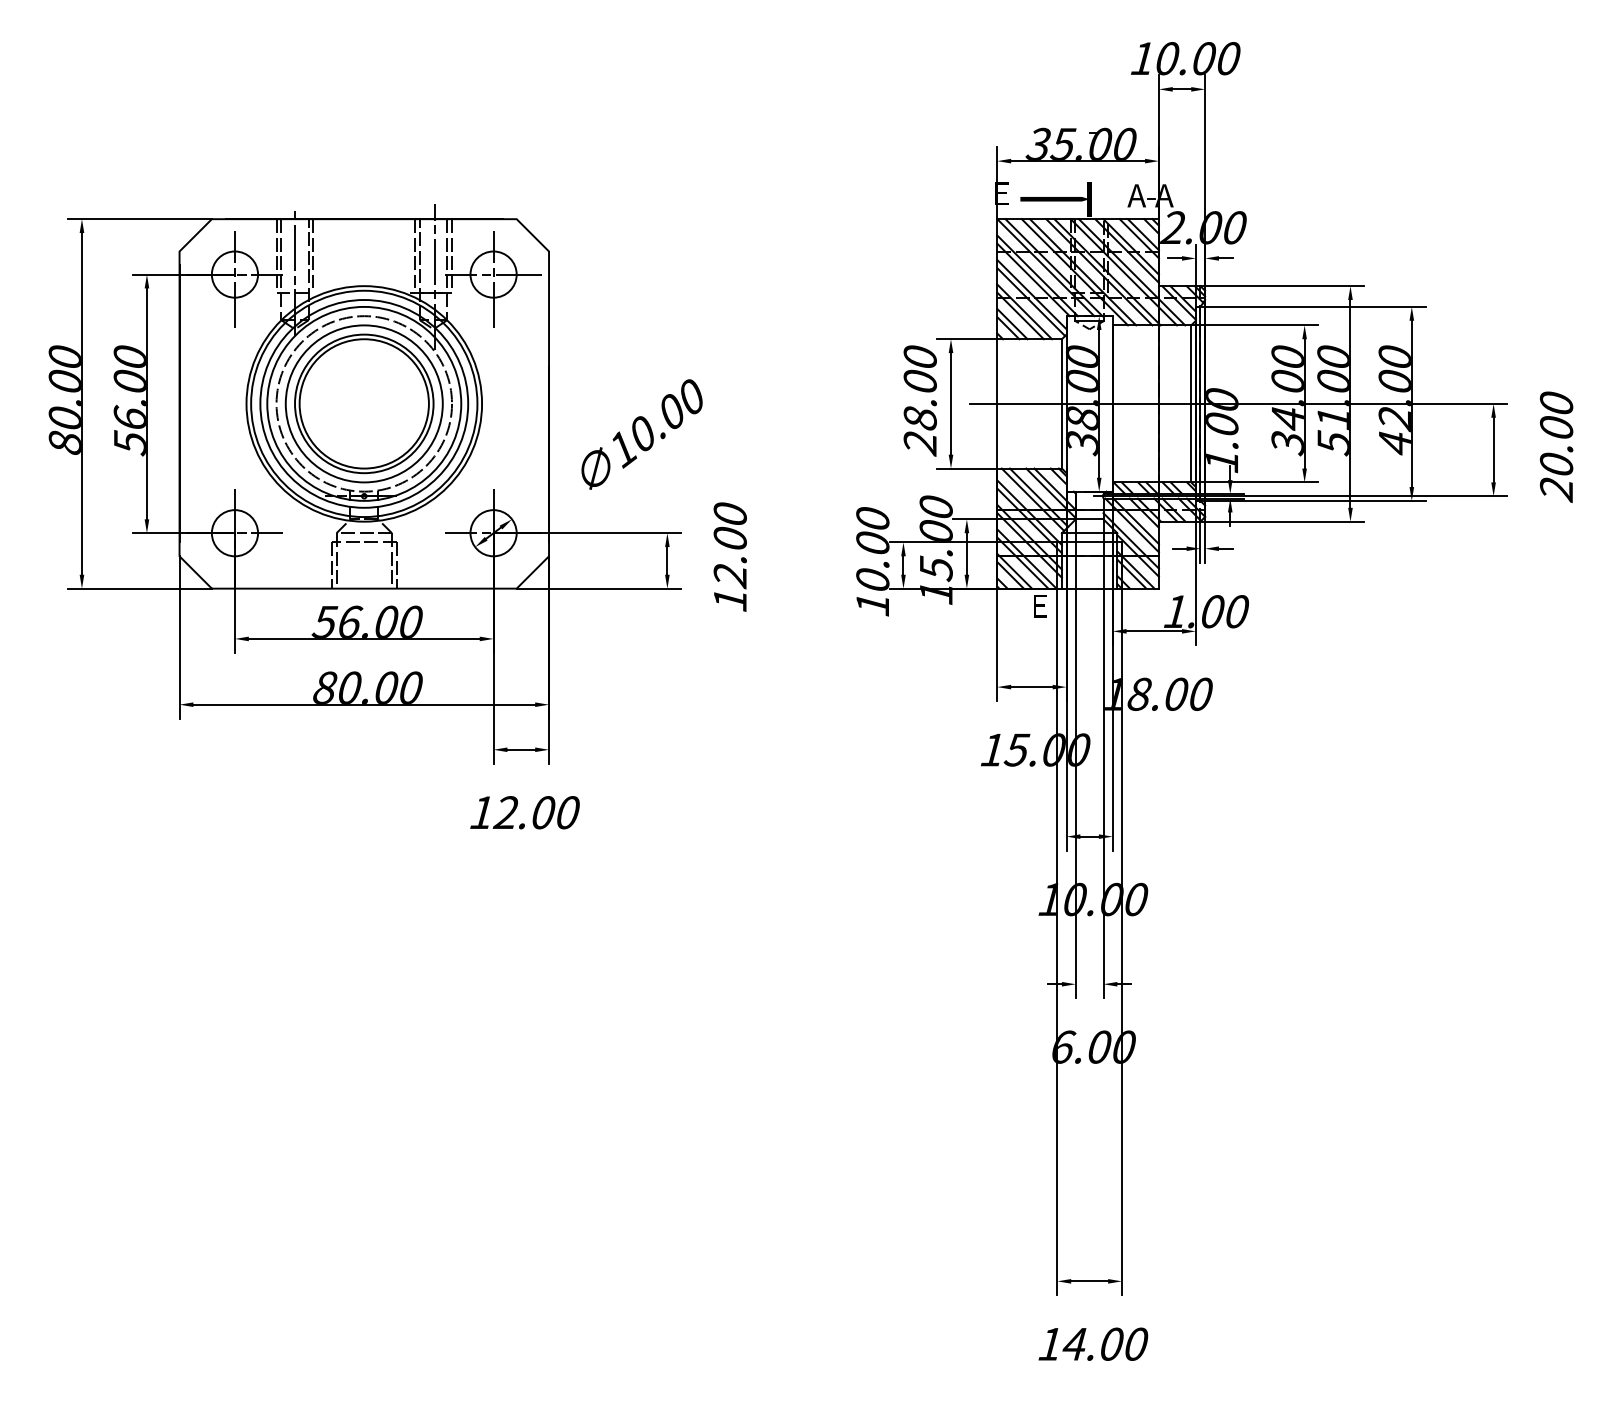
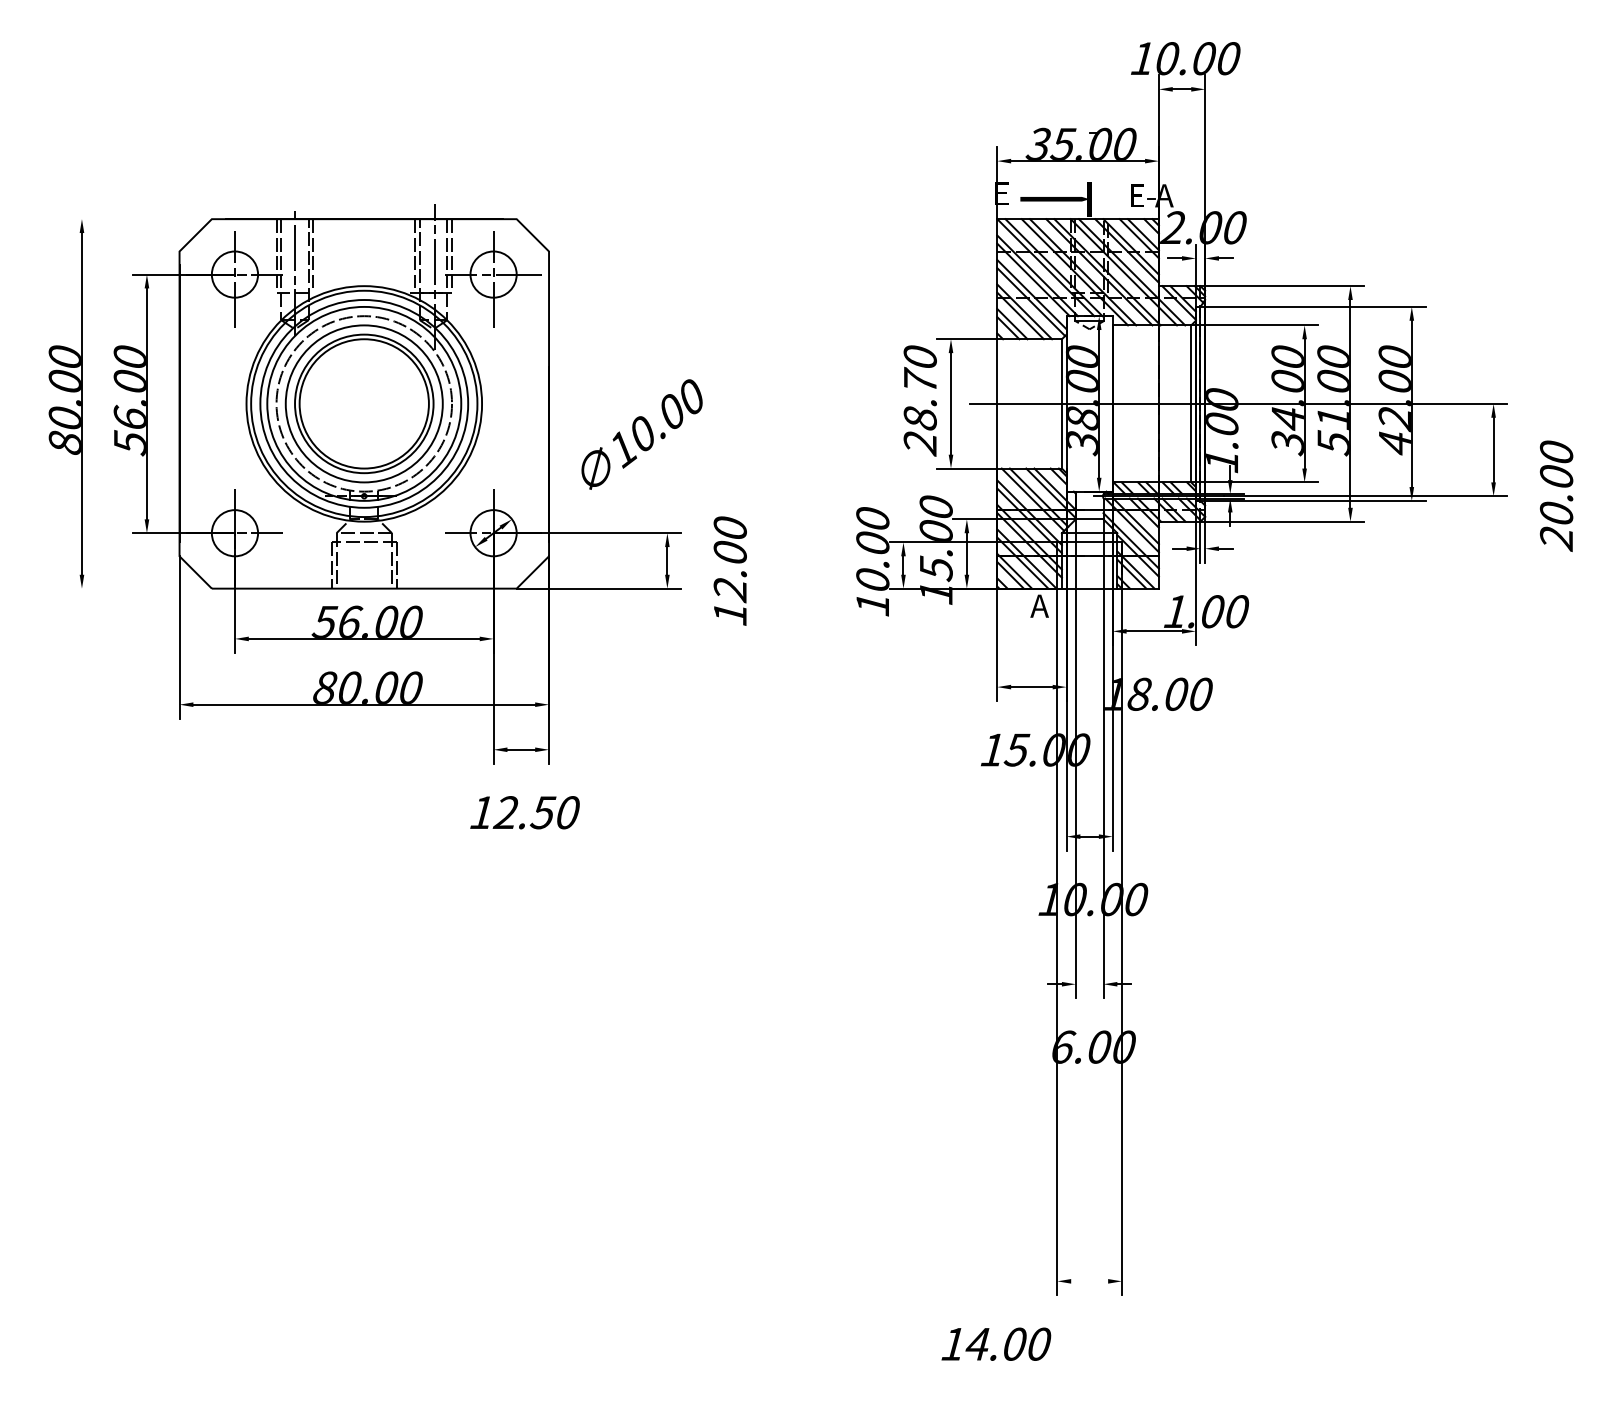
text at (1136, 195): A -> E
line at (139, 219): present -> none
text at (919, 379): 28.00 -> 28.70
text at (1556, 446) position: (1556, 446) -> (1556, 495)
text at (729, 556) position: (729, 556) -> (729, 570)
line at (139, 588): present -> none
text at (1039, 605): E -> A
text at (542, 812): 12.00 -> 12.50
line at (1089, 1281): present -> none
text at (1093, 1343) position: (1093, 1343) -> (996, 1343)
